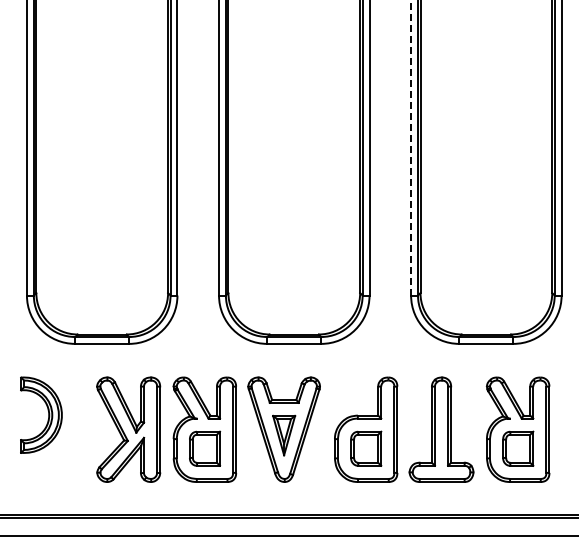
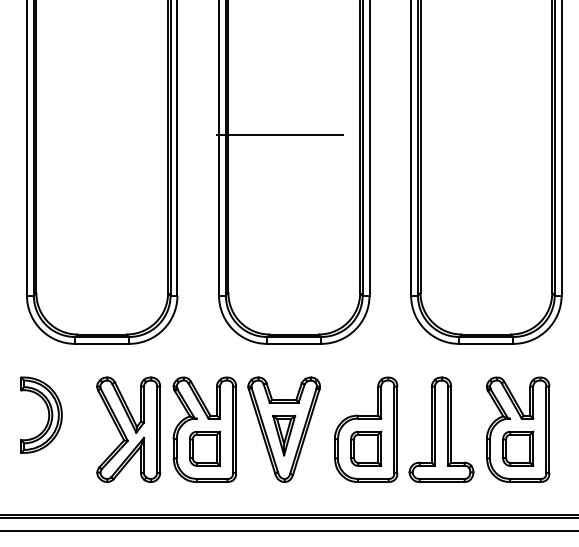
line at (279, 134): none -> present
line at (411, 147): dashed -> solid
line at (288, 535) position: (288, 535) -> (288, 530)
